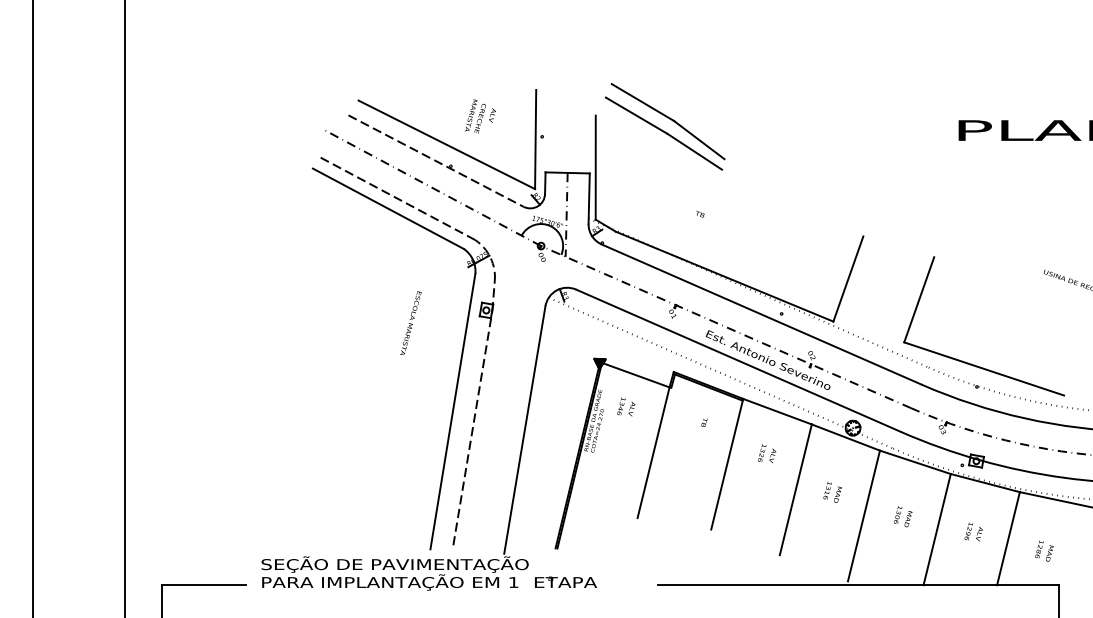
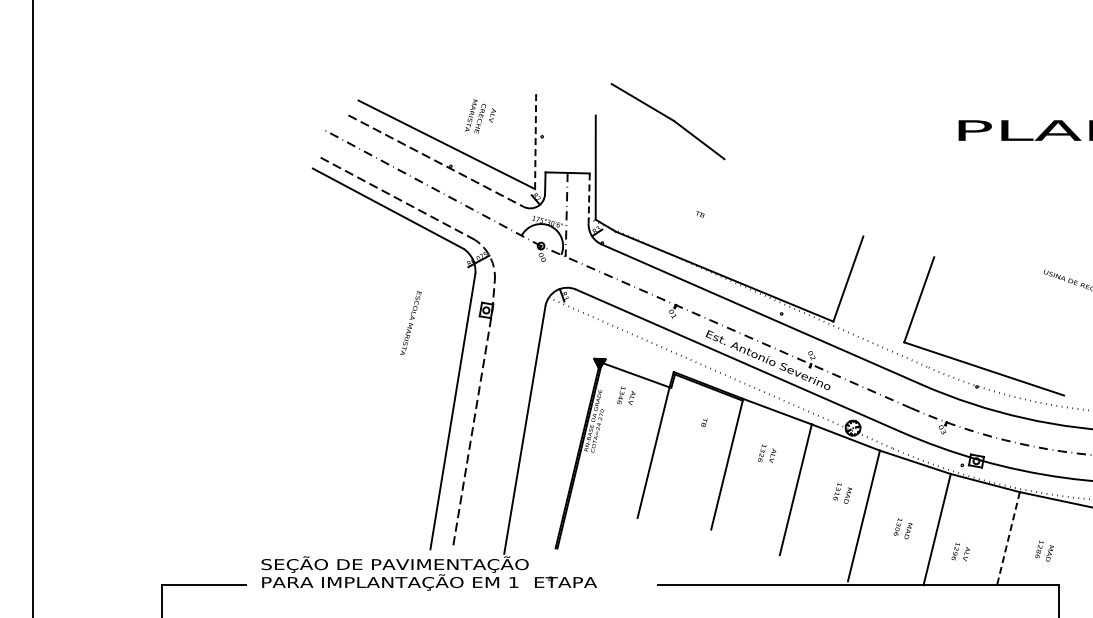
part at (663, 133): present -> none
line at (535, 139): solid -> dashed
line at (589, 199): solid -> dashed
line at (124, 308): present -> none
text at (626, 406) position: (626, 406) -> (626, 395)
text at (832, 492) position: (832, 492) -> (842, 493)
text at (903, 516) position: (903, 516) -> (903, 528)
text at (973, 531) position: (973, 531) -> (960, 551)
line at (1008, 538): solid -> dashed
